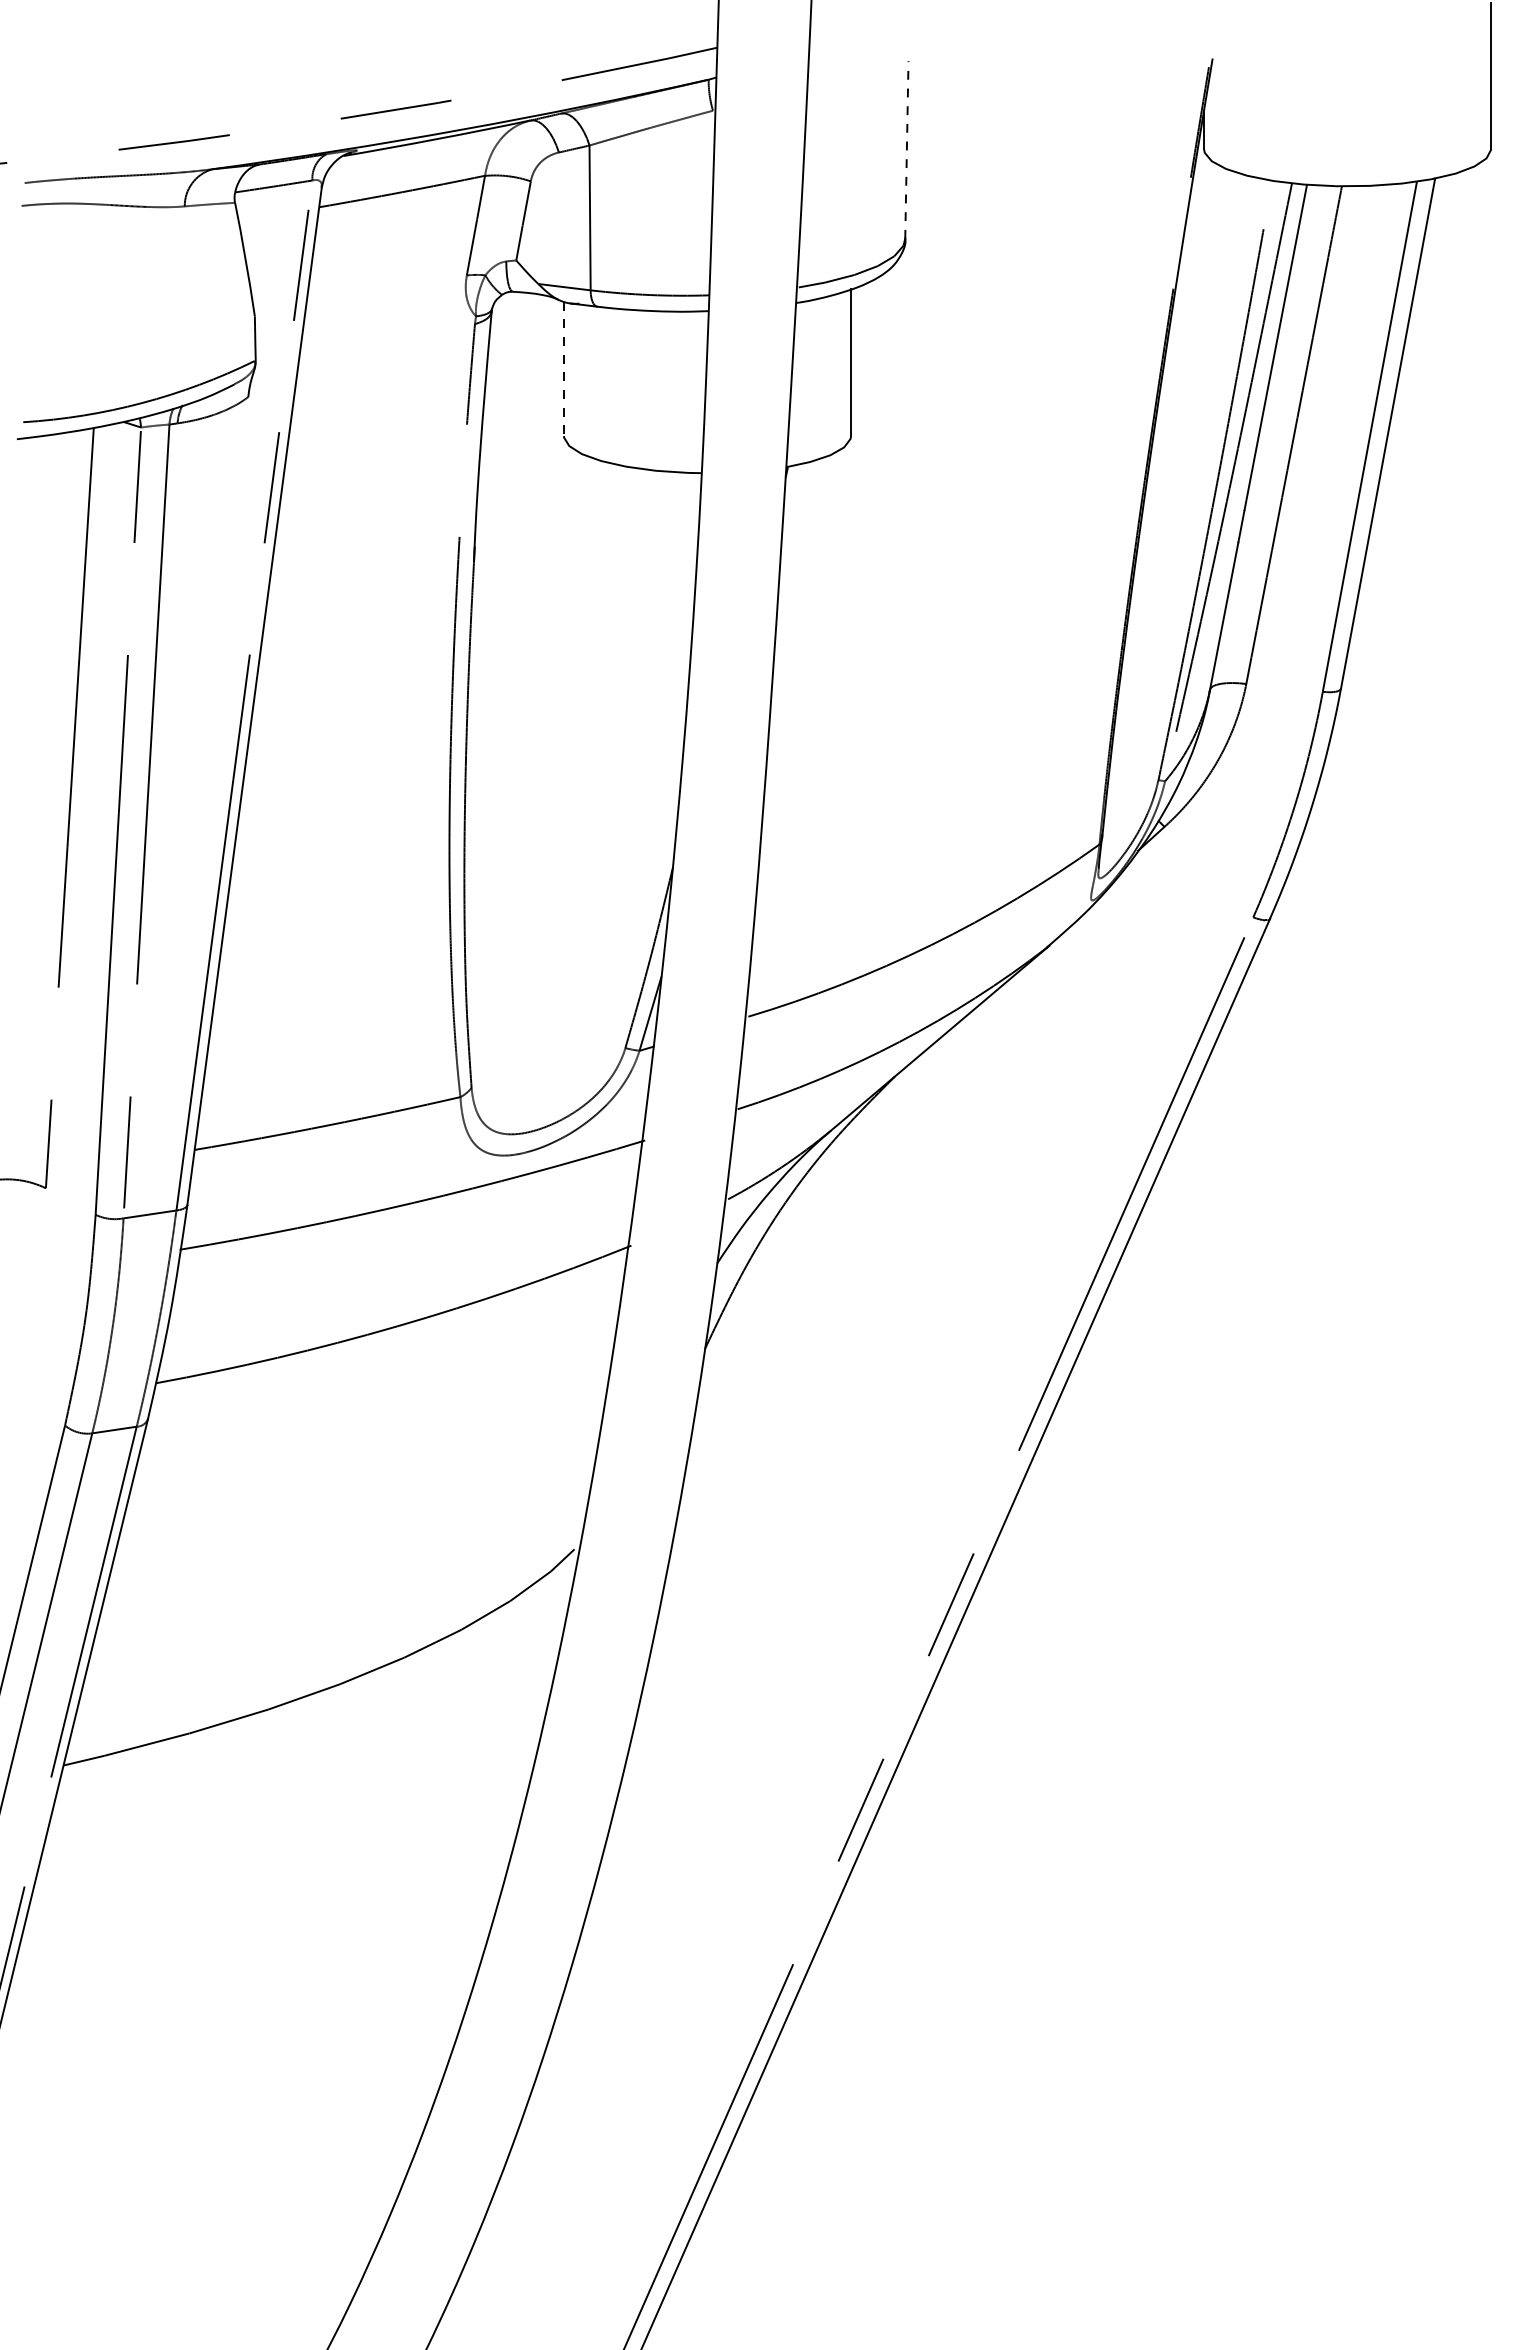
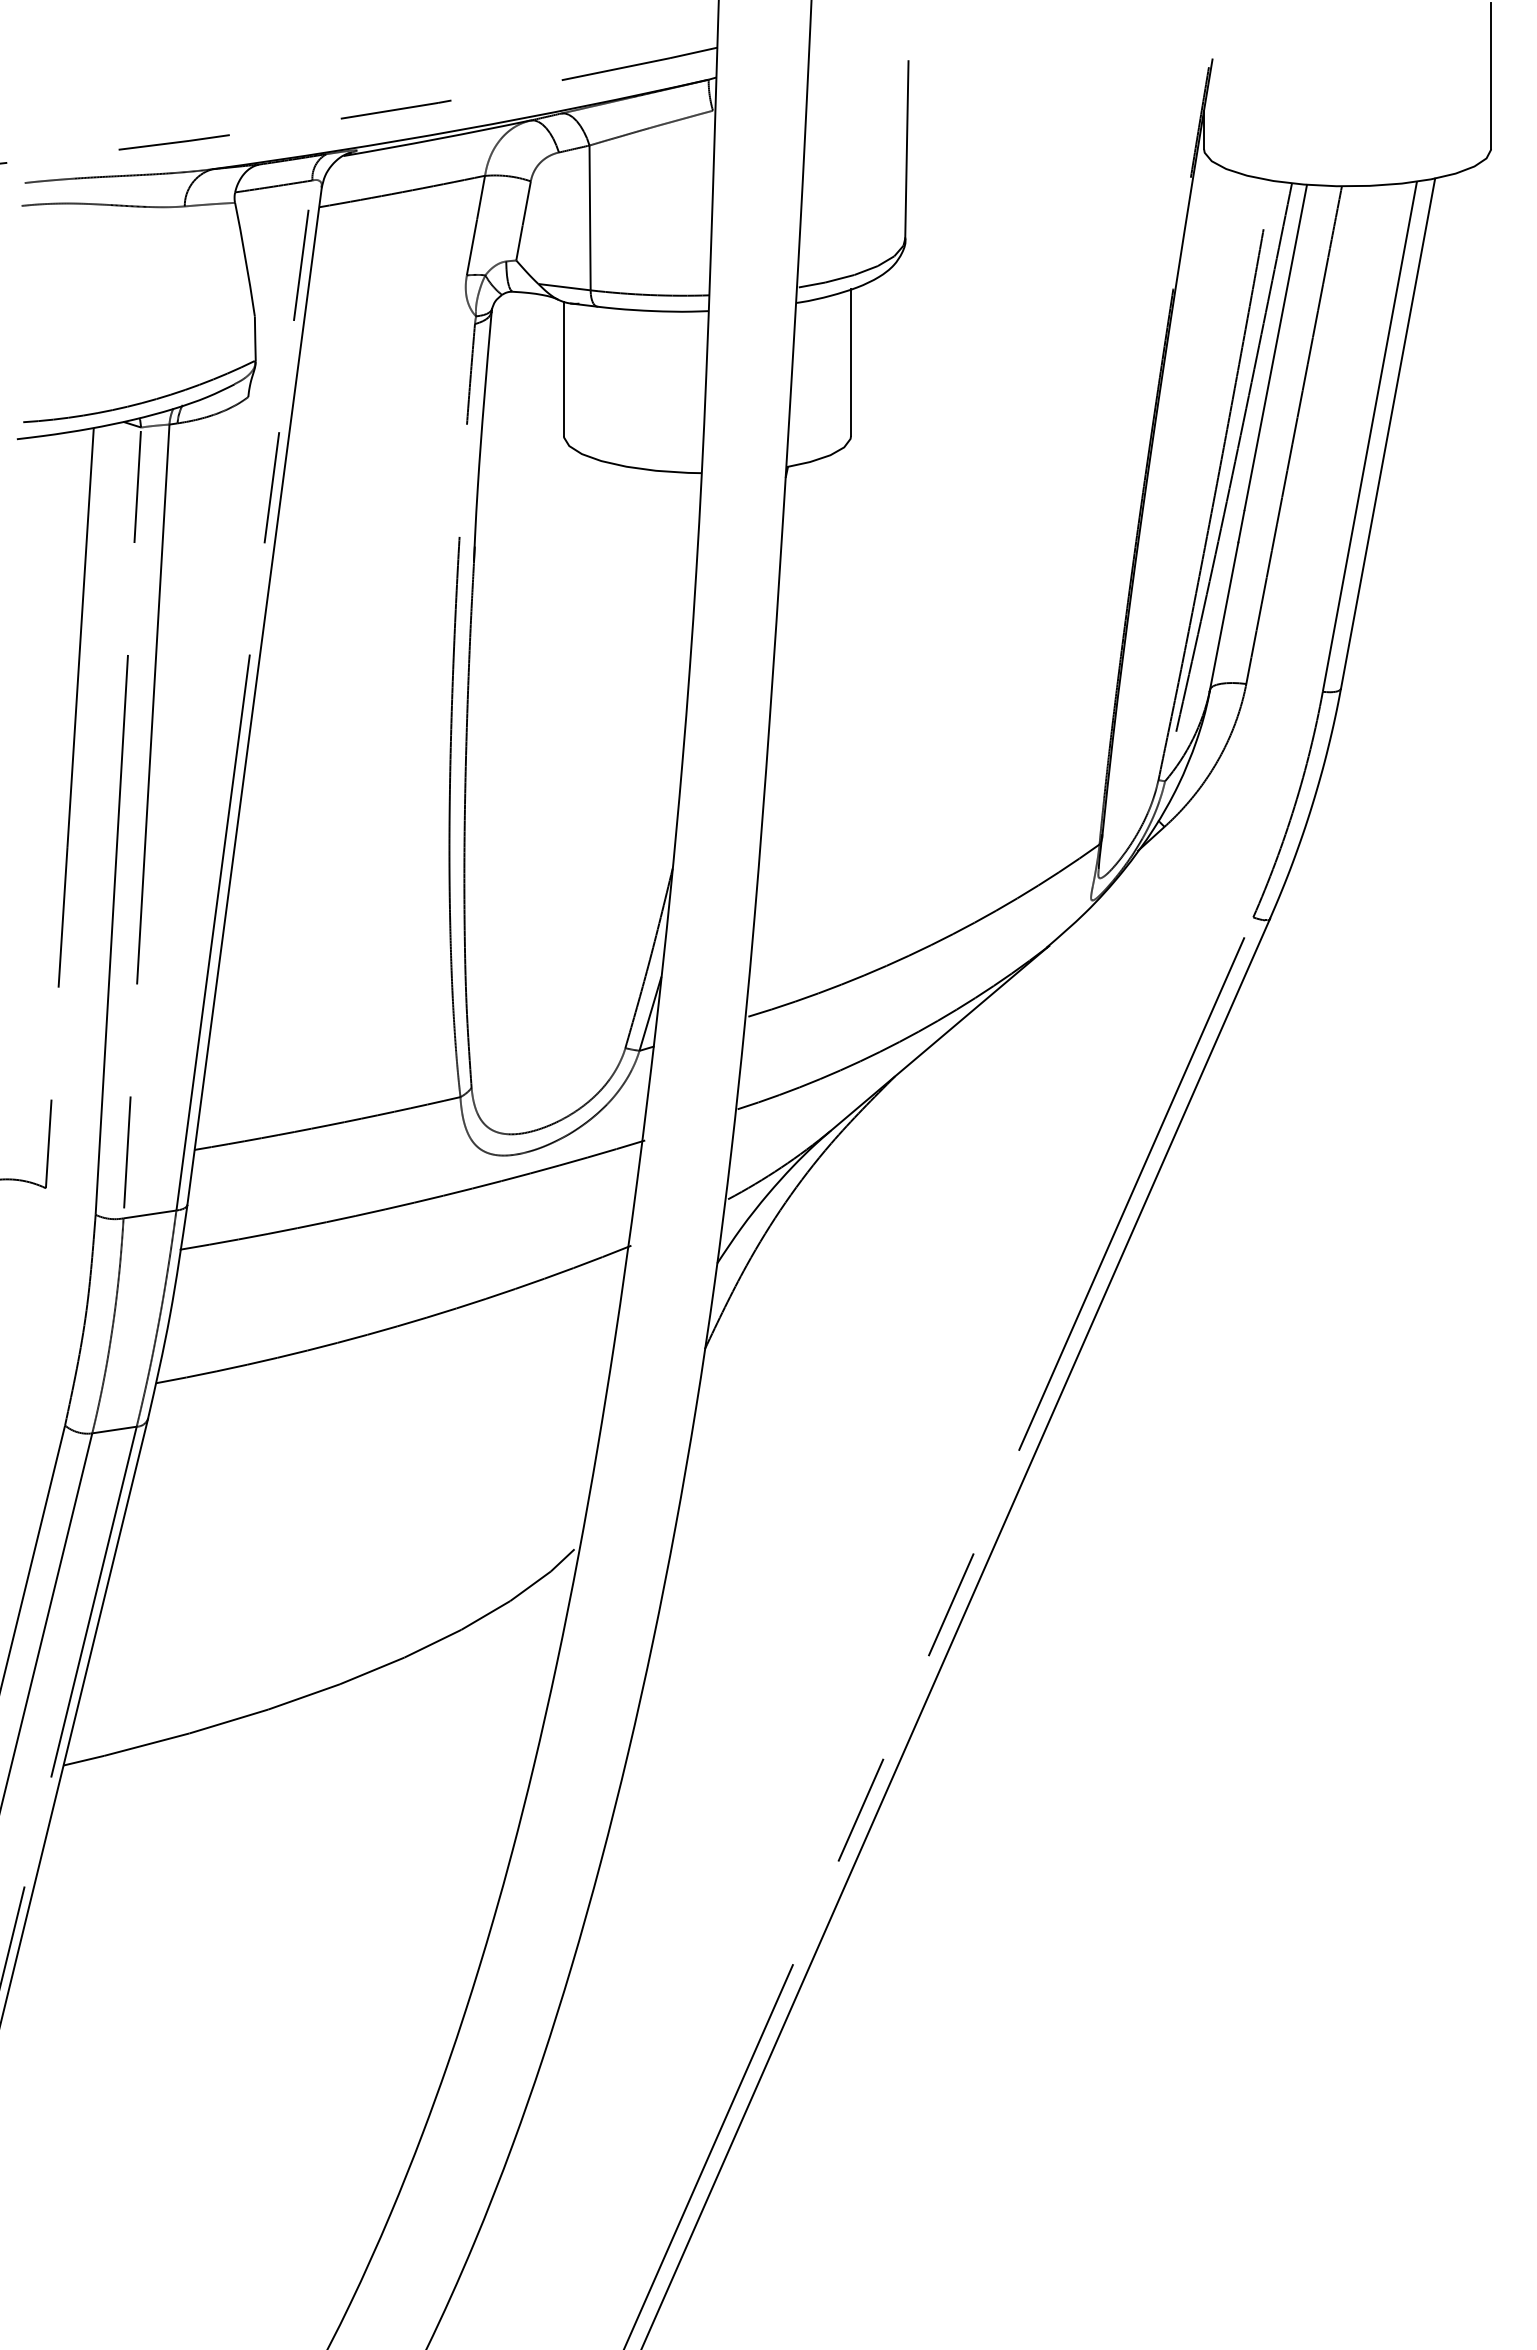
line at (906, 149): dashed -> solid
line at (564, 369): dashed -> solid
